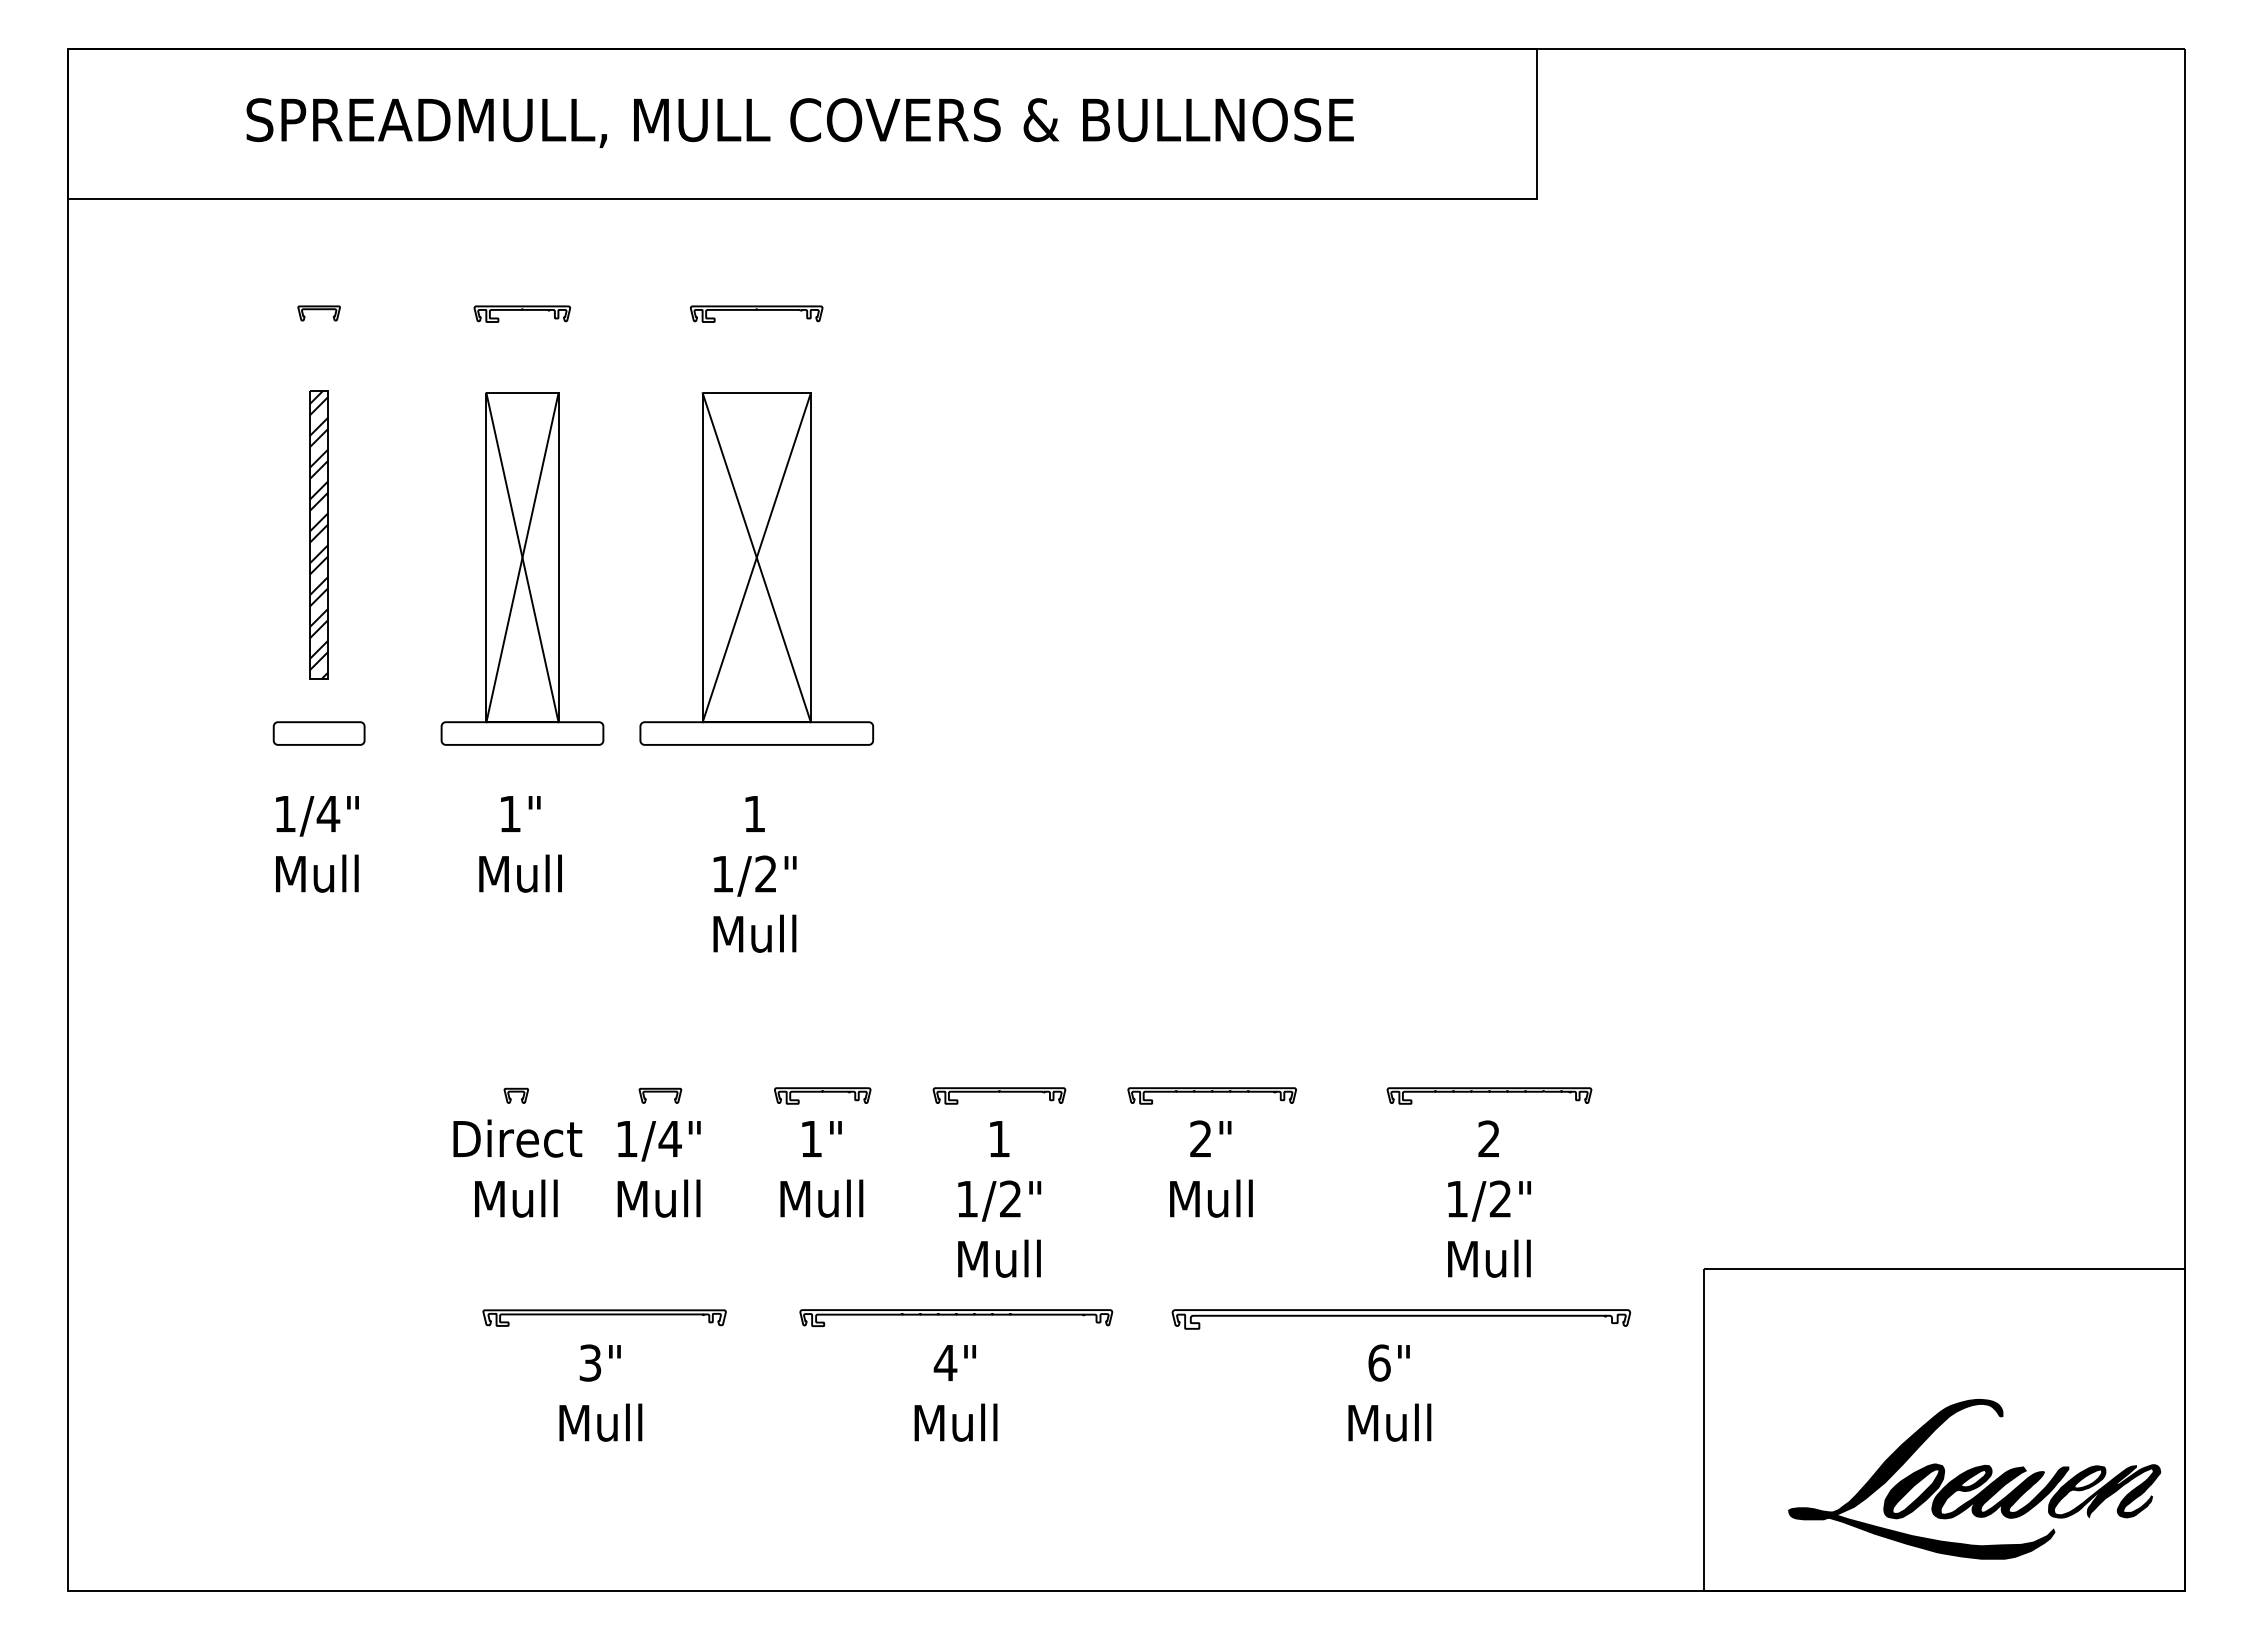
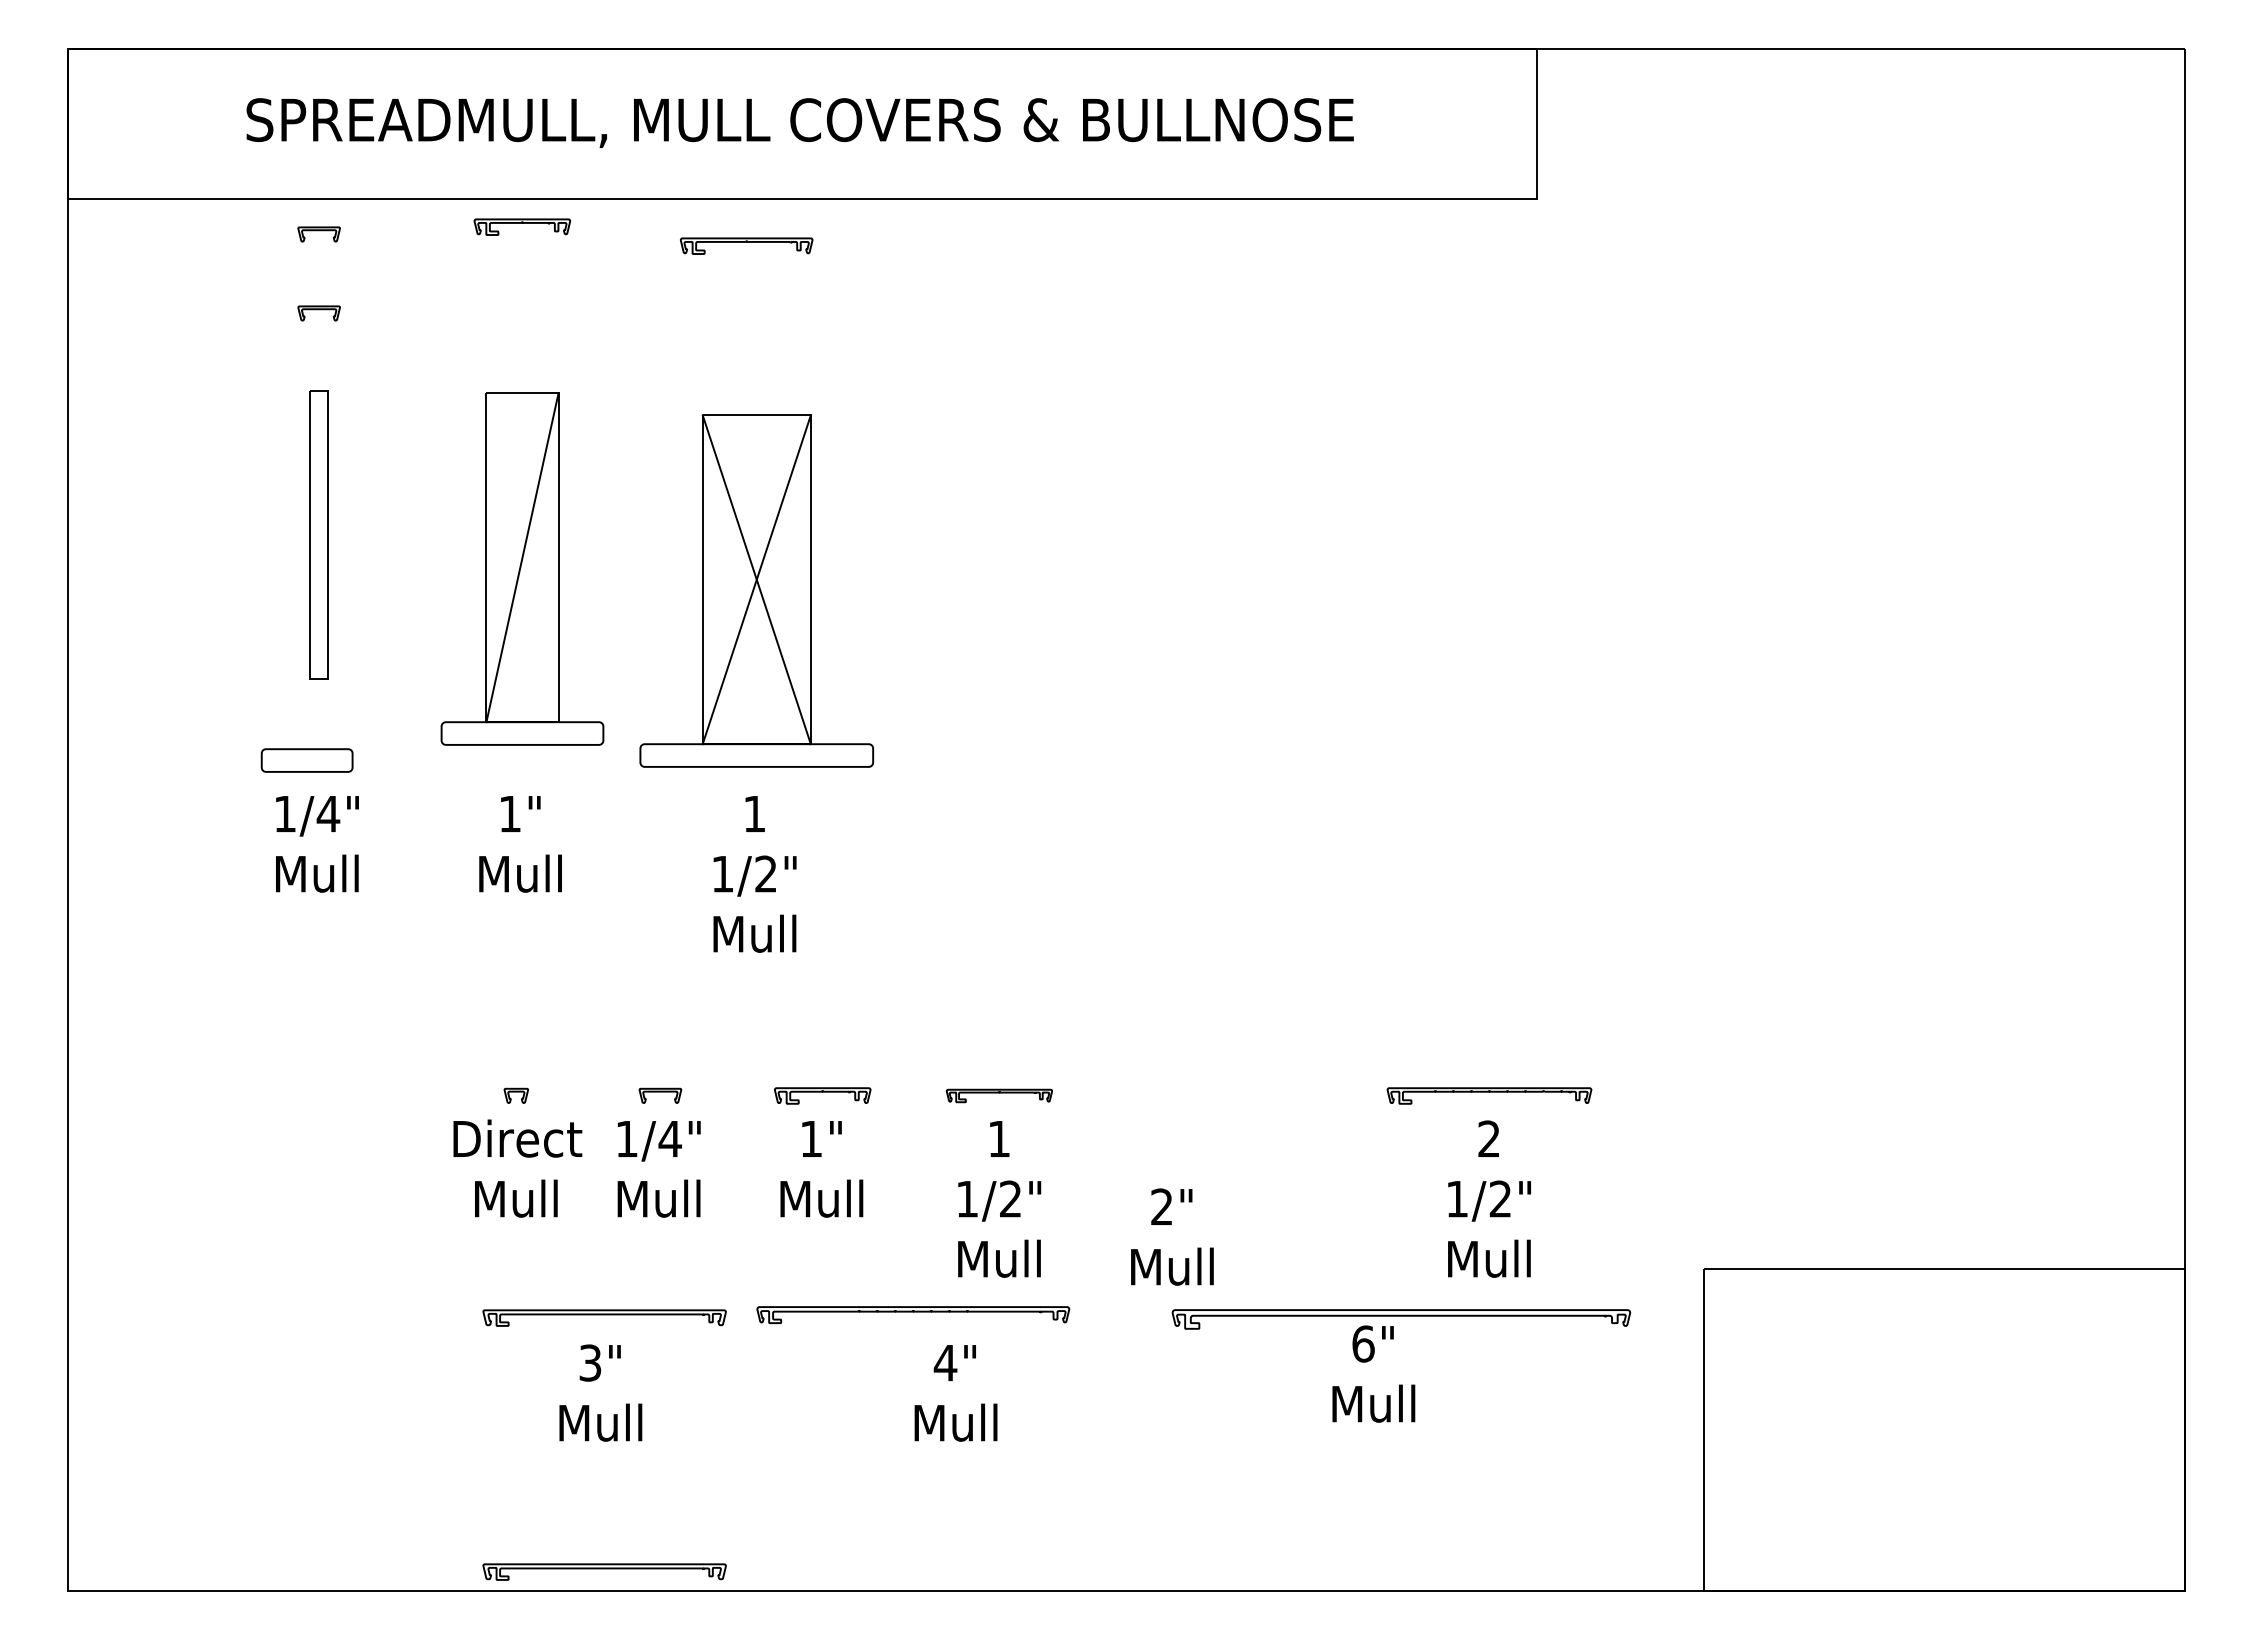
curve at (318, 231): none -> present
part at (522, 313) position: (522, 313) -> (522, 226)
part at (756, 313) position: (756, 313) -> (746, 245)
hatch at (319, 535): present -> none
line at (522, 557): present -> none
part at (756, 568) position: (756, 568) -> (756, 590)
part at (318, 733) position: (318, 733) -> (306, 760)
part at (999, 1095) size: 135x18 px -> 108x16 px
part at (1211, 1095): present -> none
text at (1211, 1168) position: (1211, 1168) -> (1172, 1236)
curve at (956, 1315) position: (956, 1315) -> (913, 1312)
text at (1389, 1392) position: (1389, 1392) -> (1373, 1373)
part at (1974, 1479): present -> none
part at (604, 1571): none -> present
